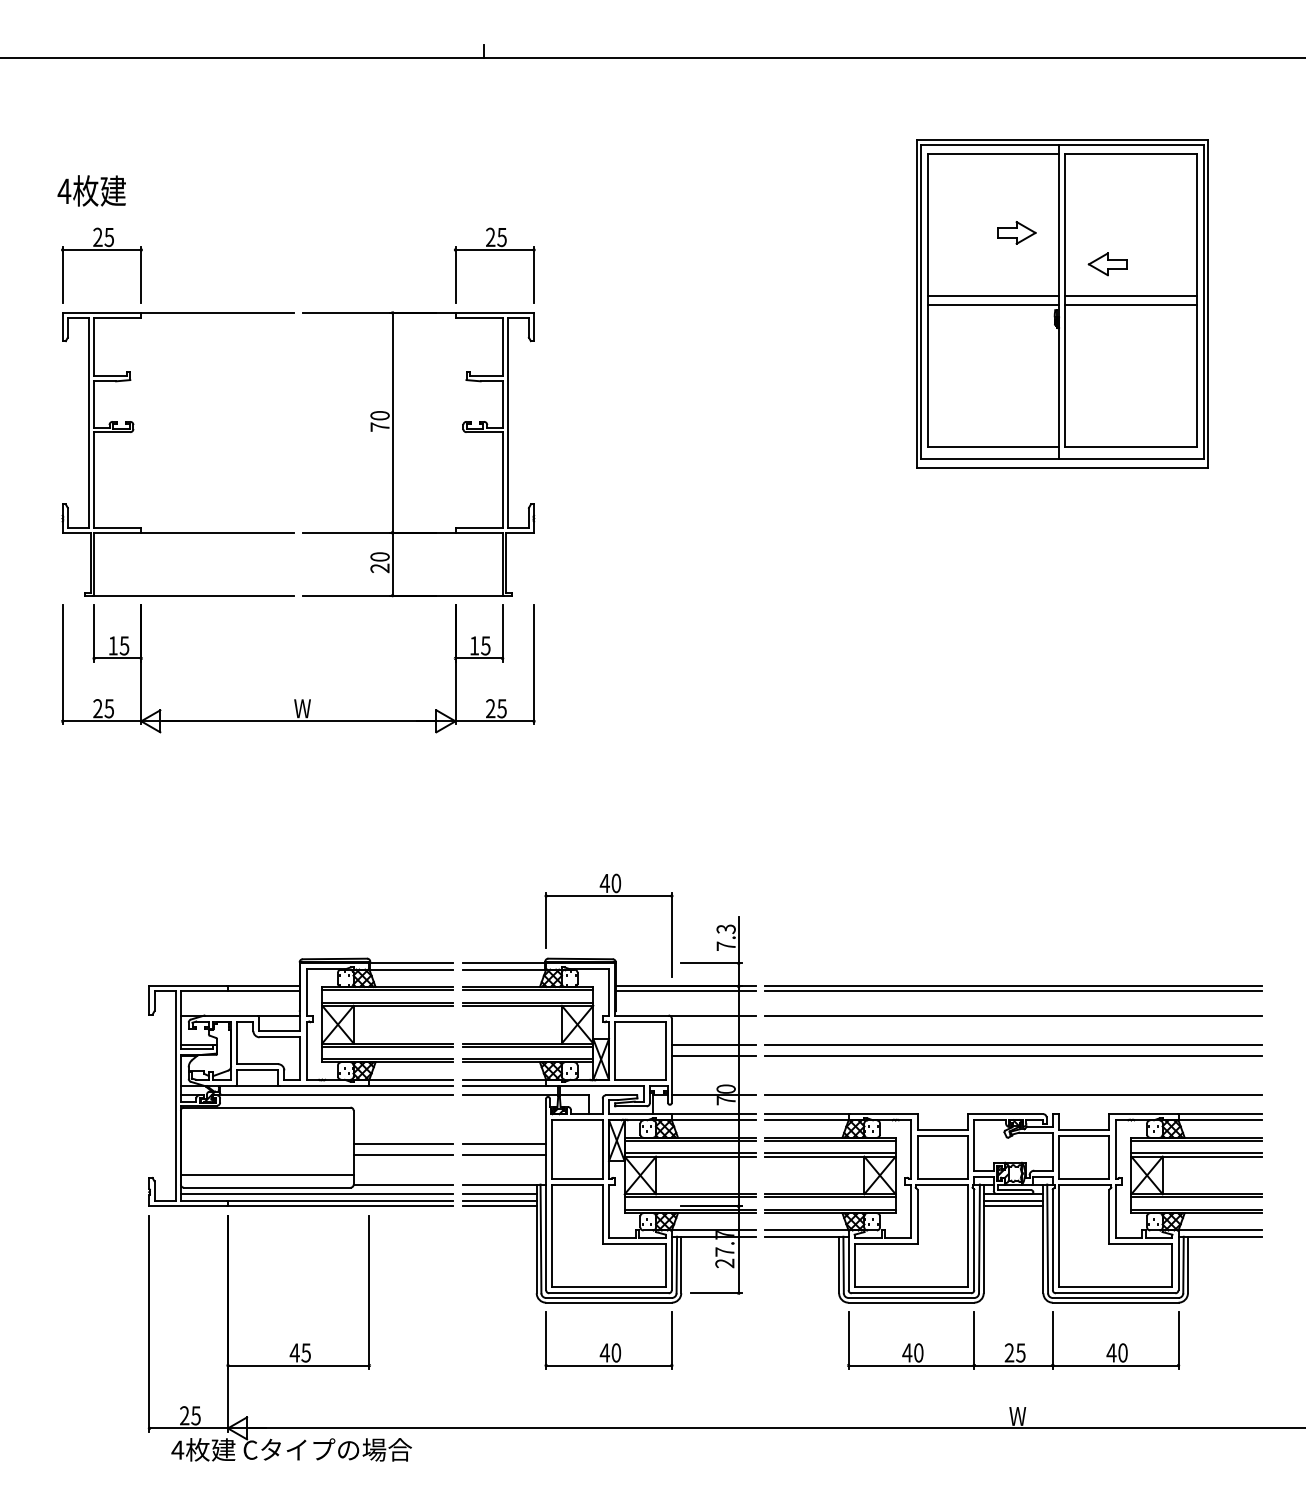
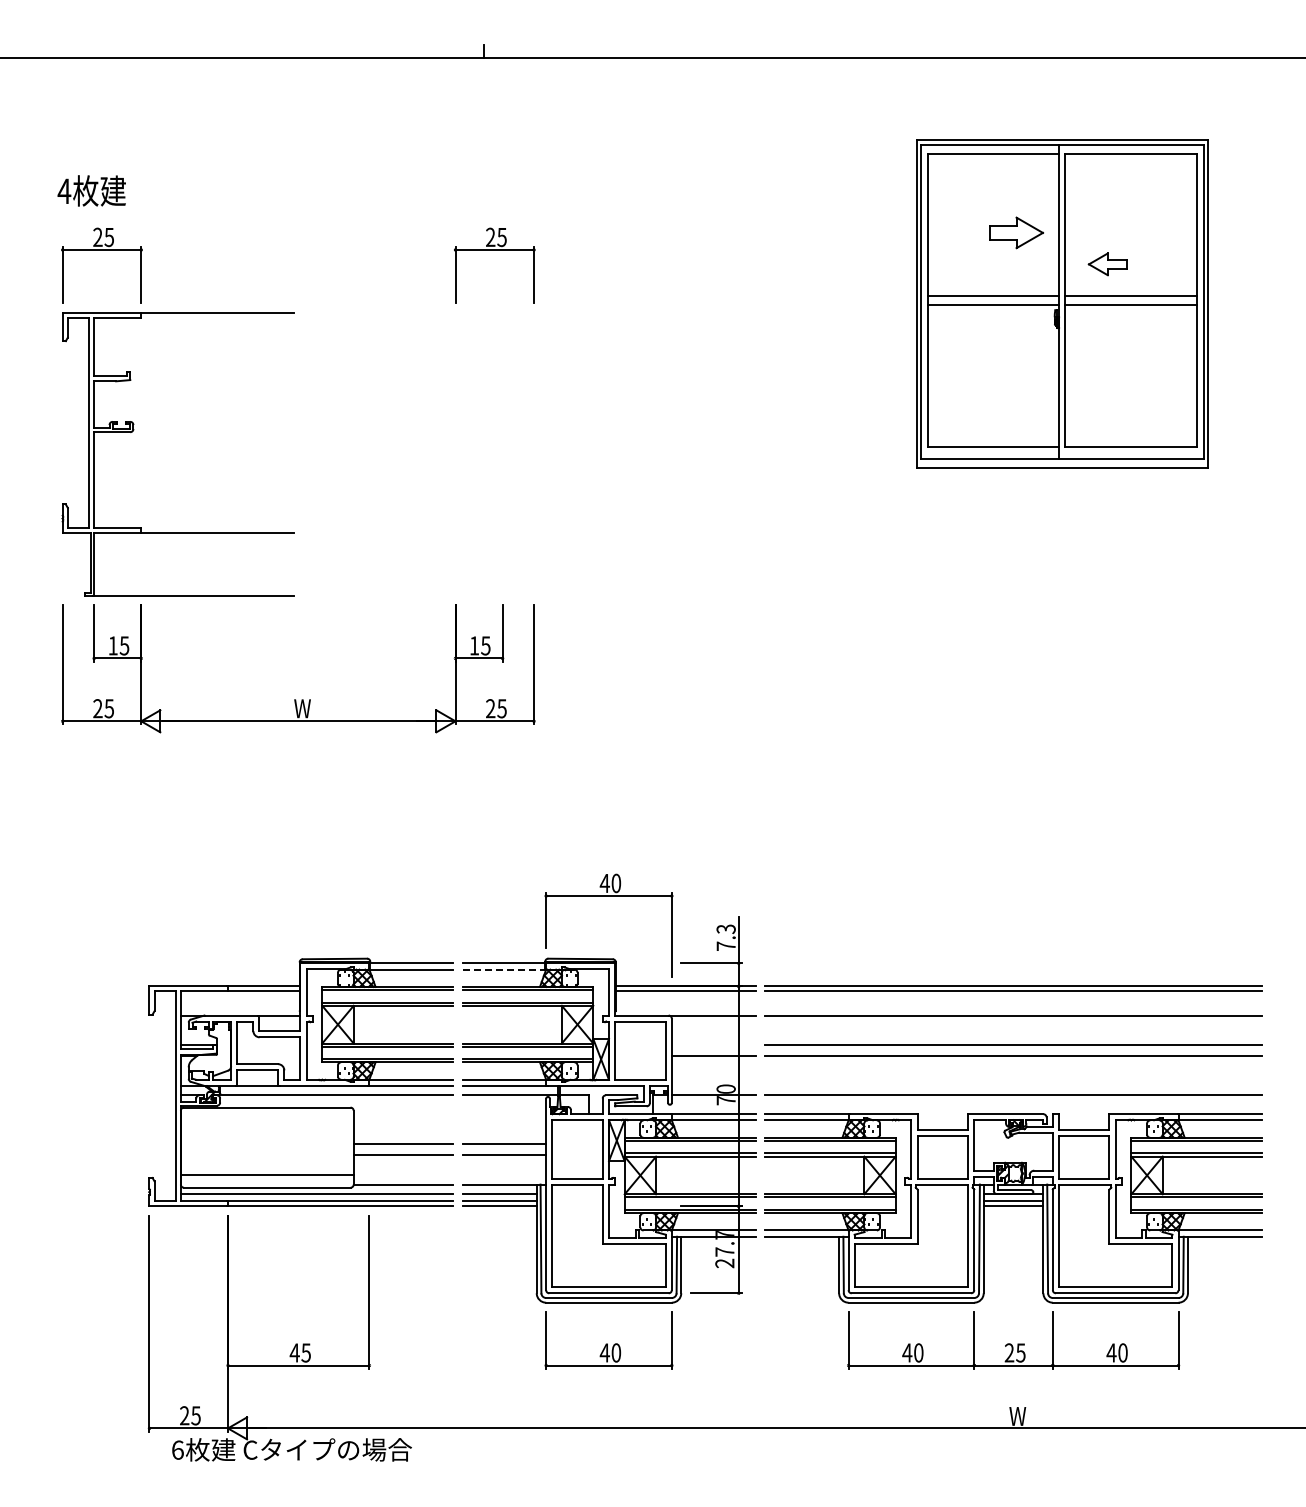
part at (1016, 232) size: 40x24 px -> 55x34 px
part at (418, 454): present -> none
line at (505, 969): solid -> dashed
line at (713, 1045): present -> none
text at (177, 1449): 4 -> 6
